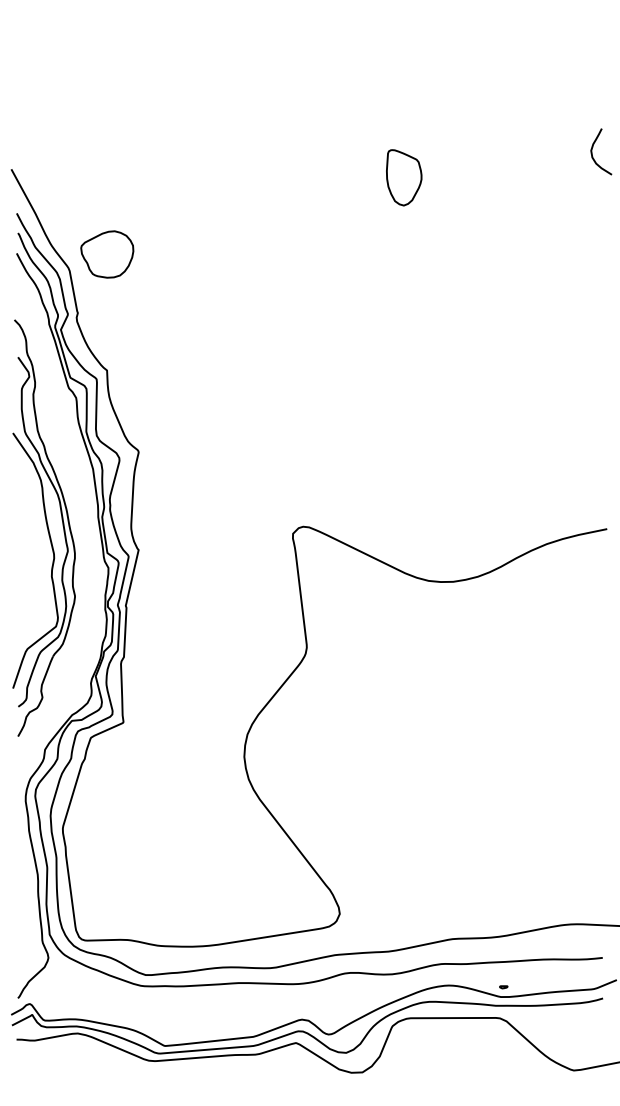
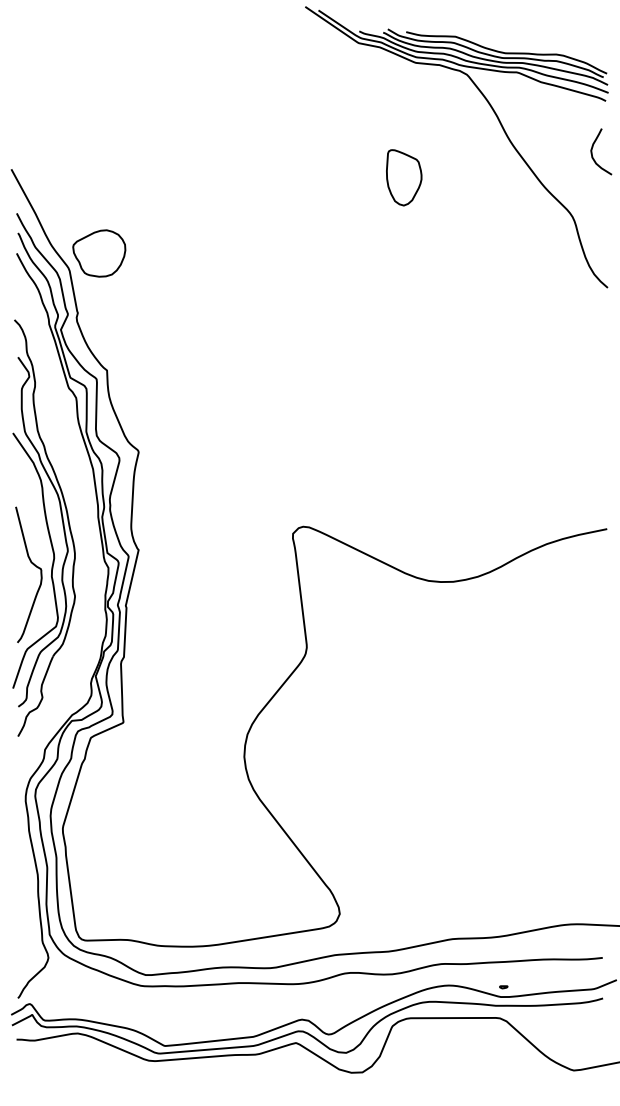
part at (500, 125): none -> present
part at (107, 254) position: (107, 254) -> (99, 253)
curve at (34, 566): none -> present
